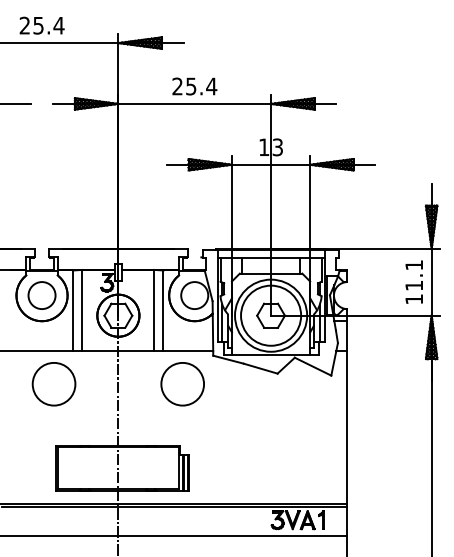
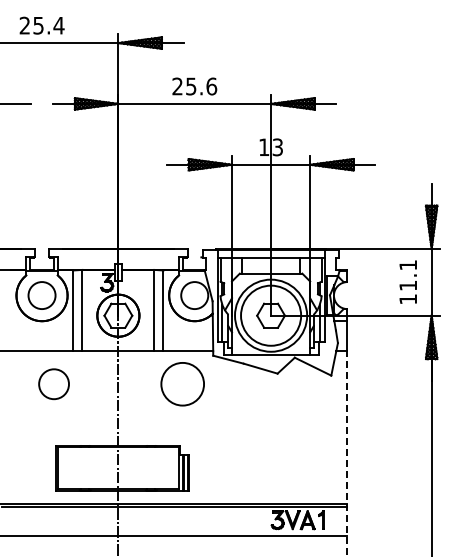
text at (211, 86): 25.4 -> 25.6
text at (413, 281) position: (413, 281) -> (407, 281)
circle at (53, 383) diameter: 43 px -> 30 px
line at (347, 453): solid -> dashed
